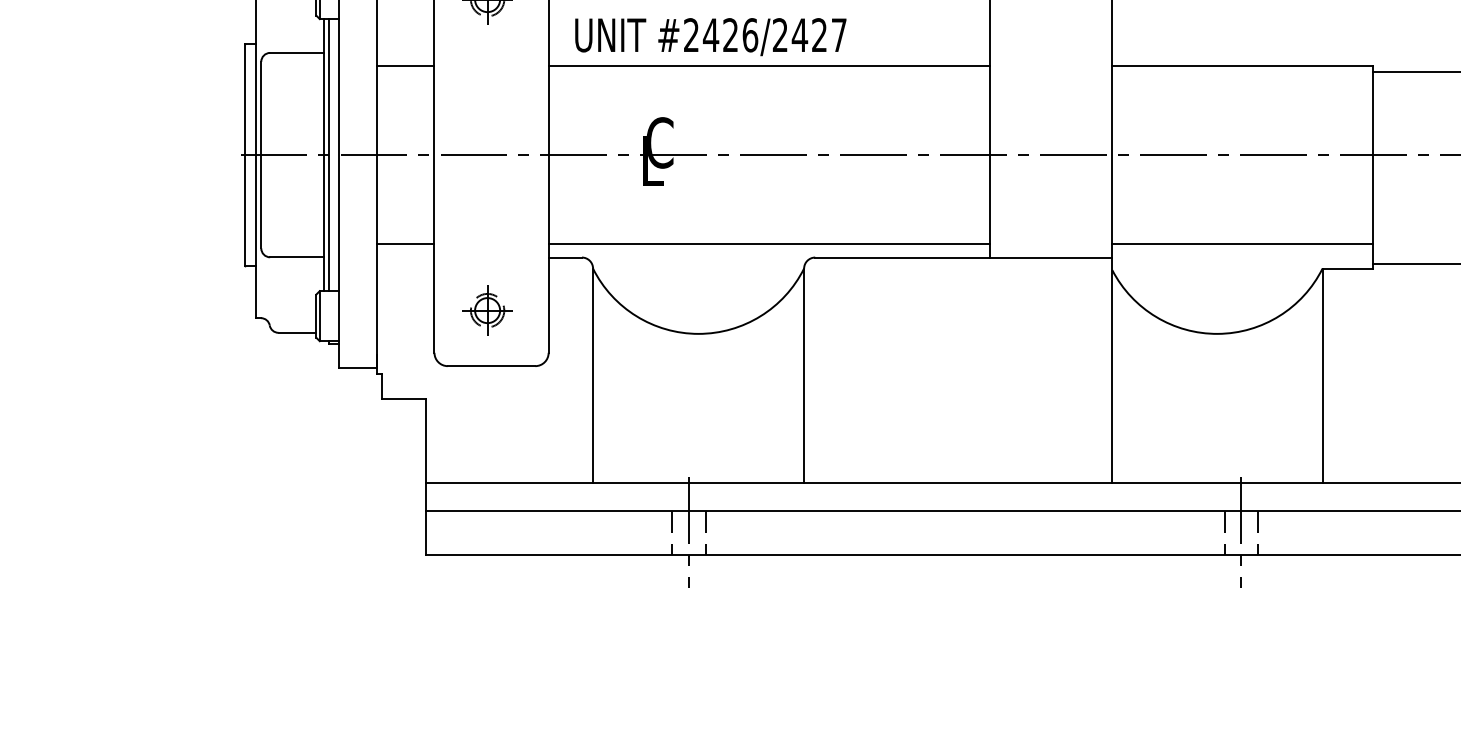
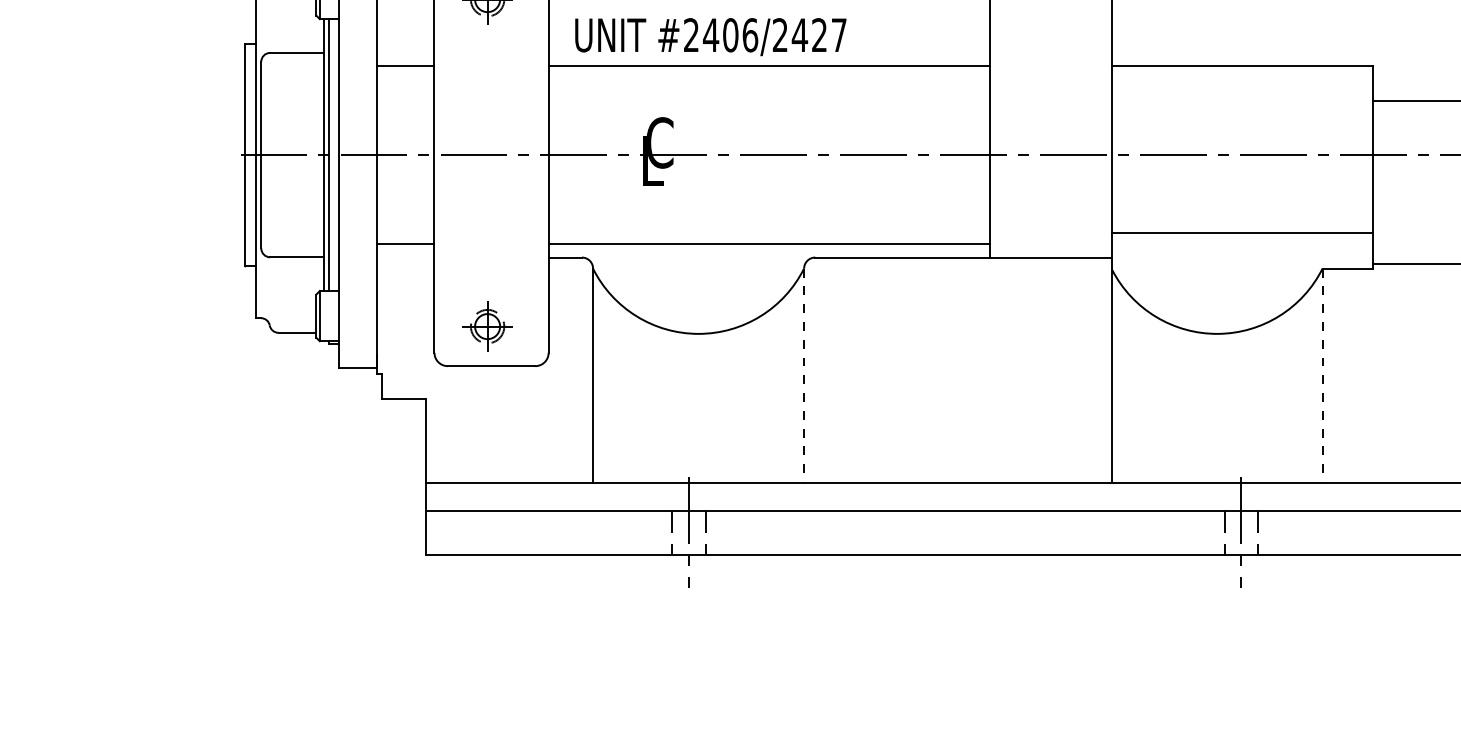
text at (730, 35): #2426/2427 -> #2406/2427
line at (1415, 71) position: (1415, 71) -> (1415, 100)
line at (1242, 243) position: (1242, 243) -> (1242, 232)
part at (487, 310) position: (487, 310) -> (487, 326)
line at (804, 376): solid -> dashed
line at (1322, 376): solid -> dashed
